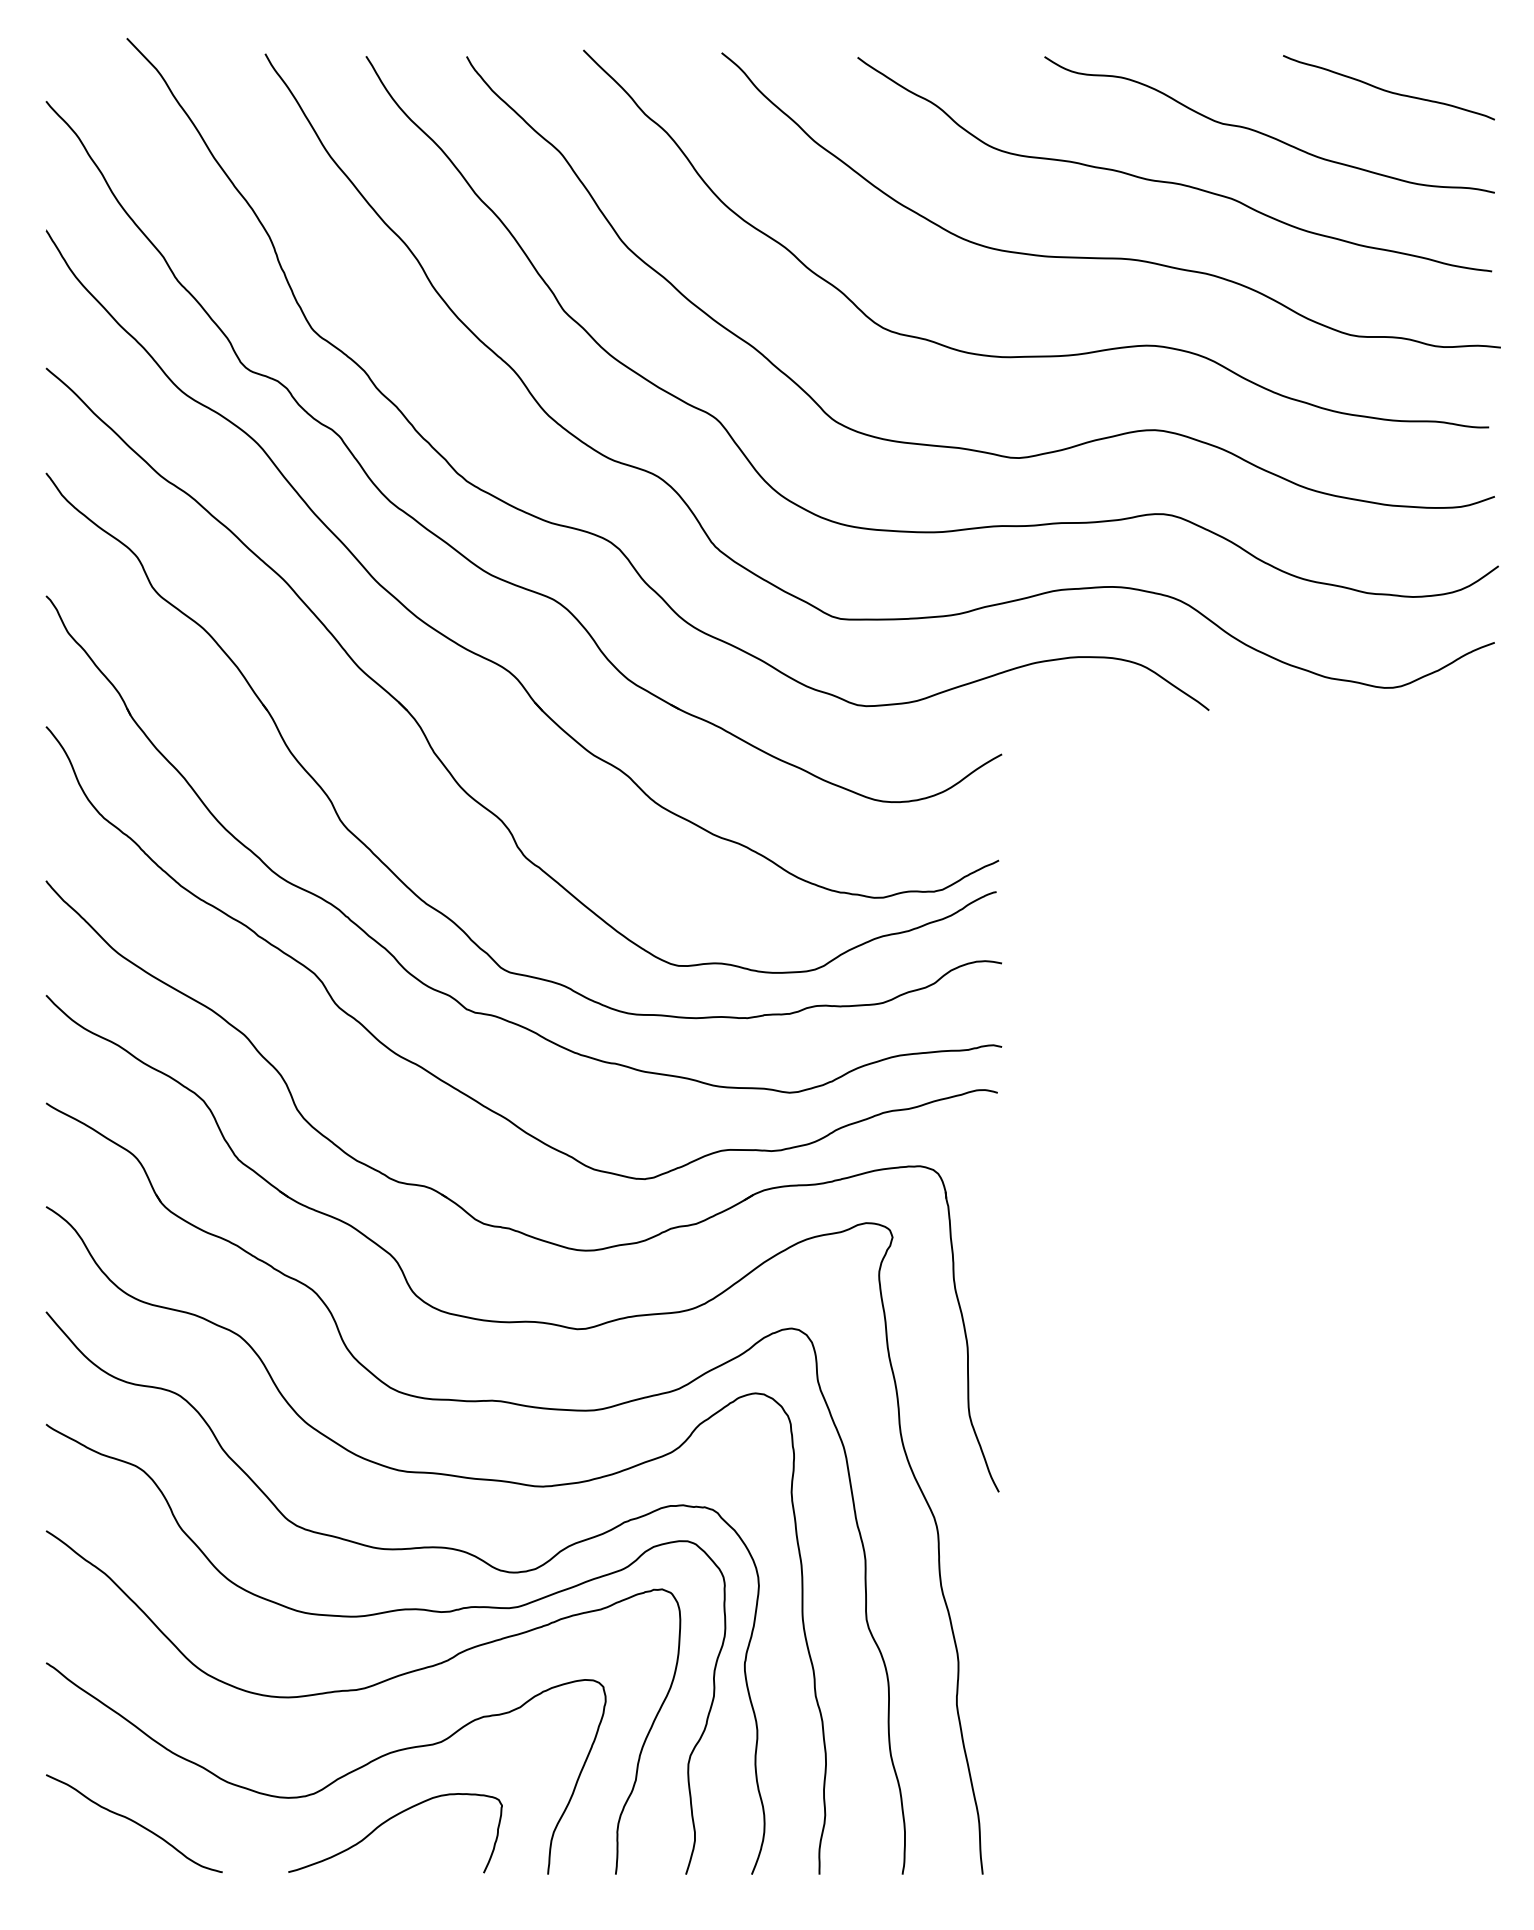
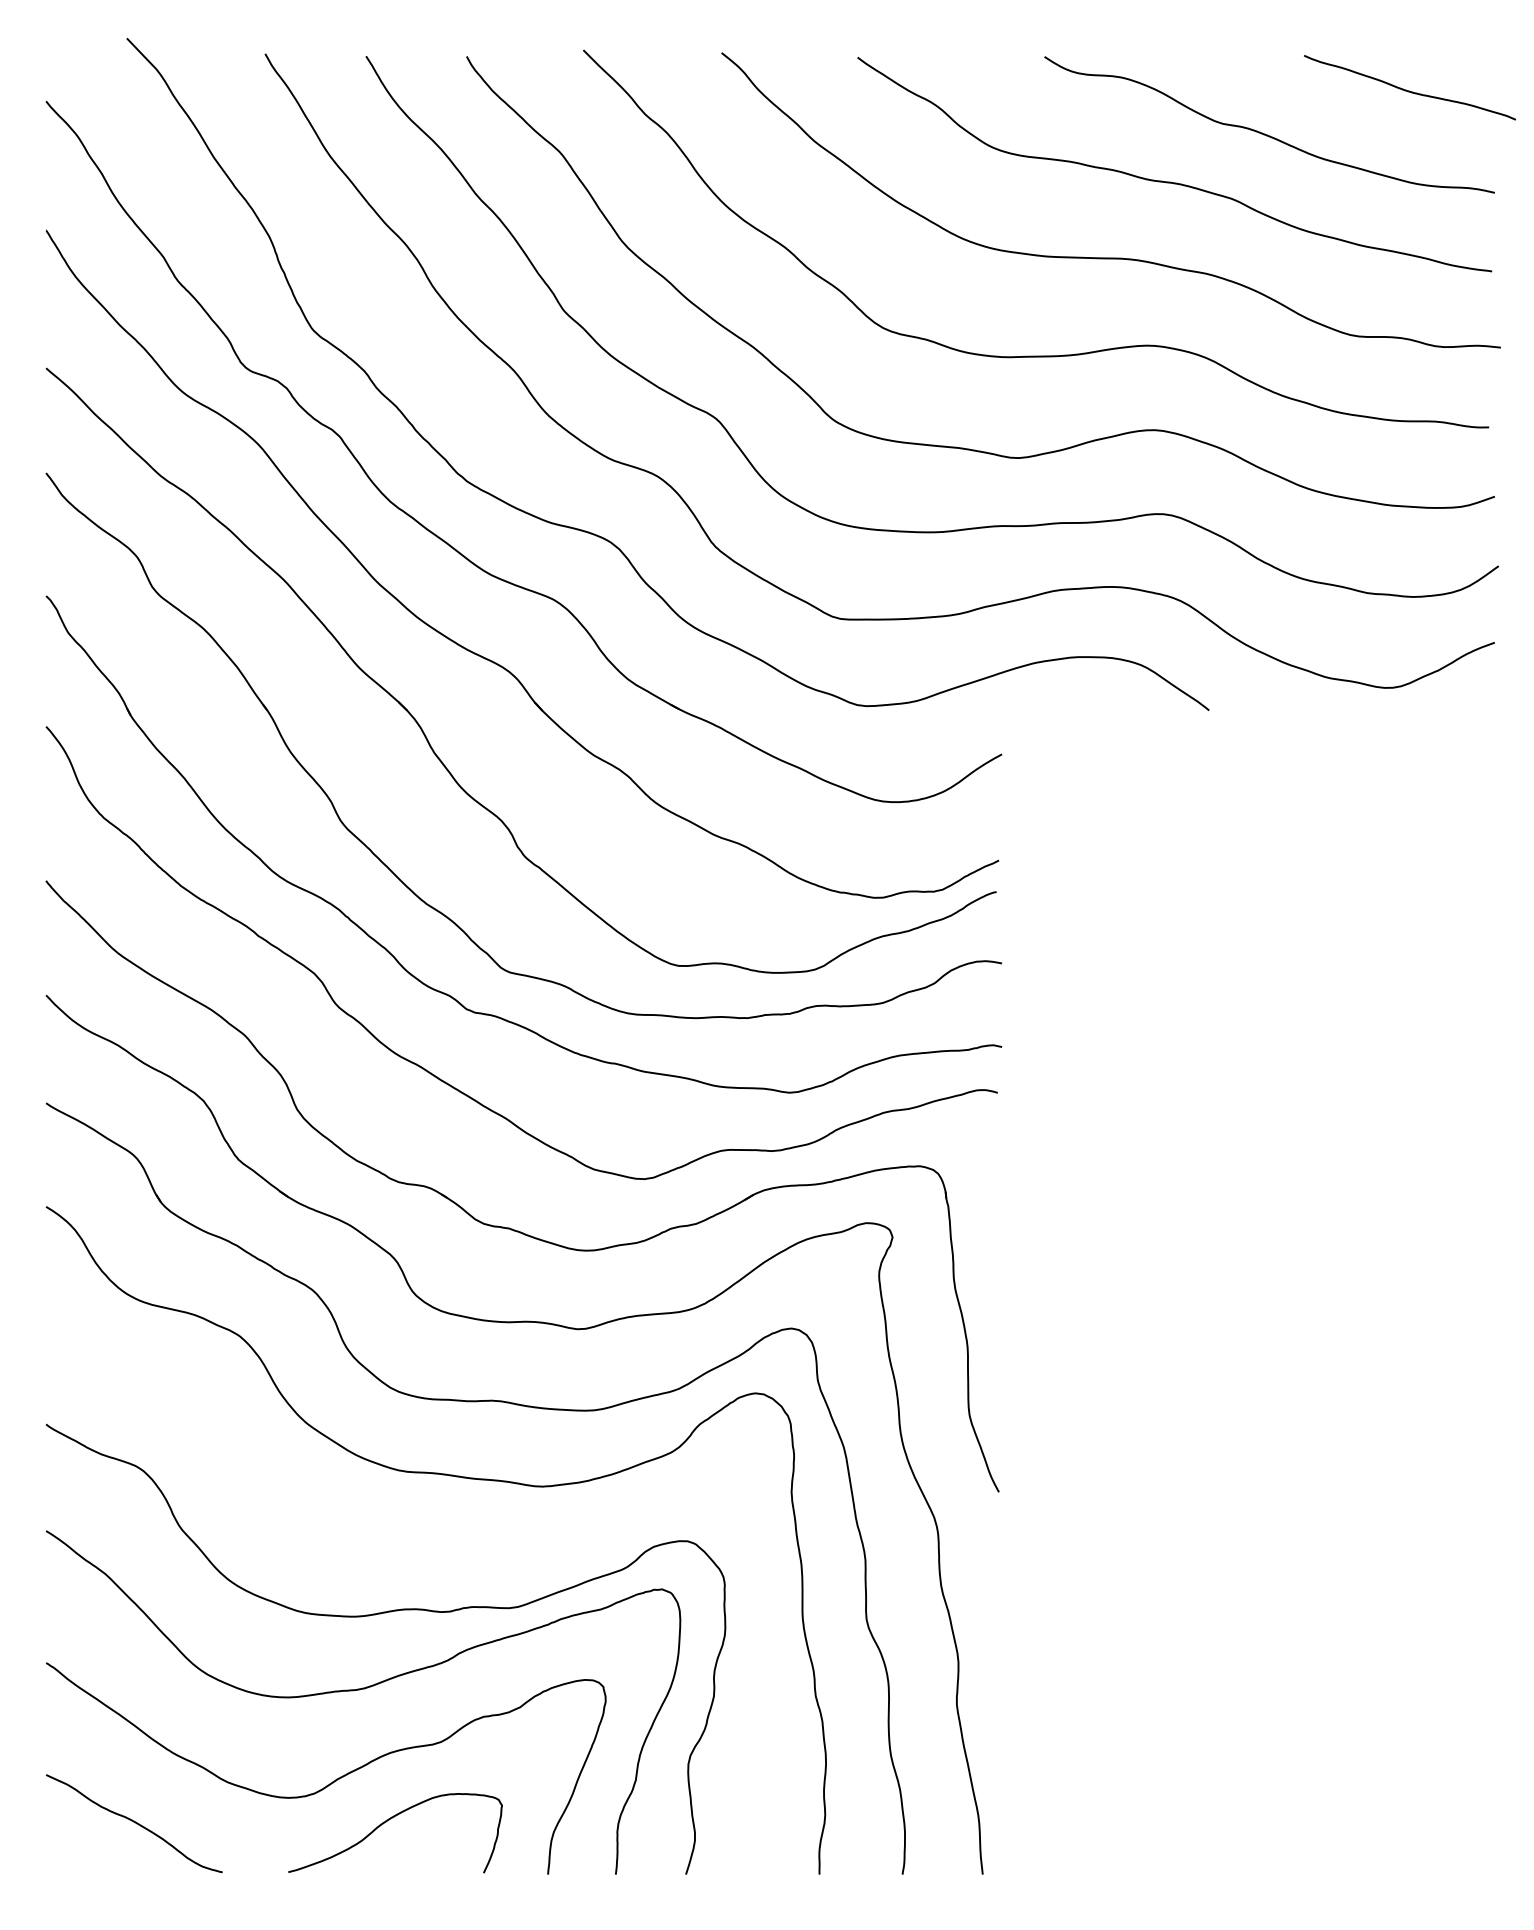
curve at (1388, 90) position: (1388, 90) -> (1409, 90)
curve at (402, 1550): present -> none
